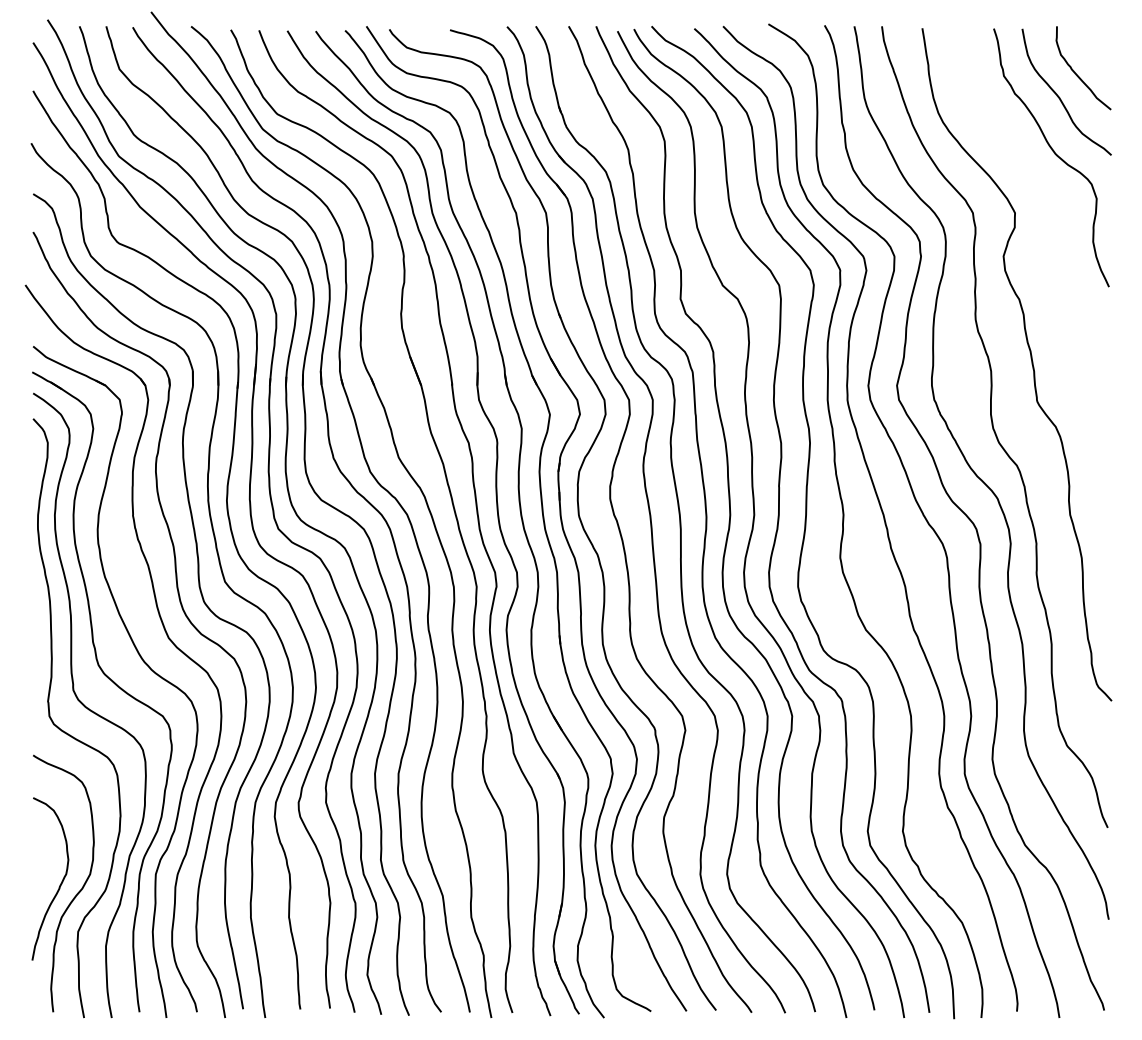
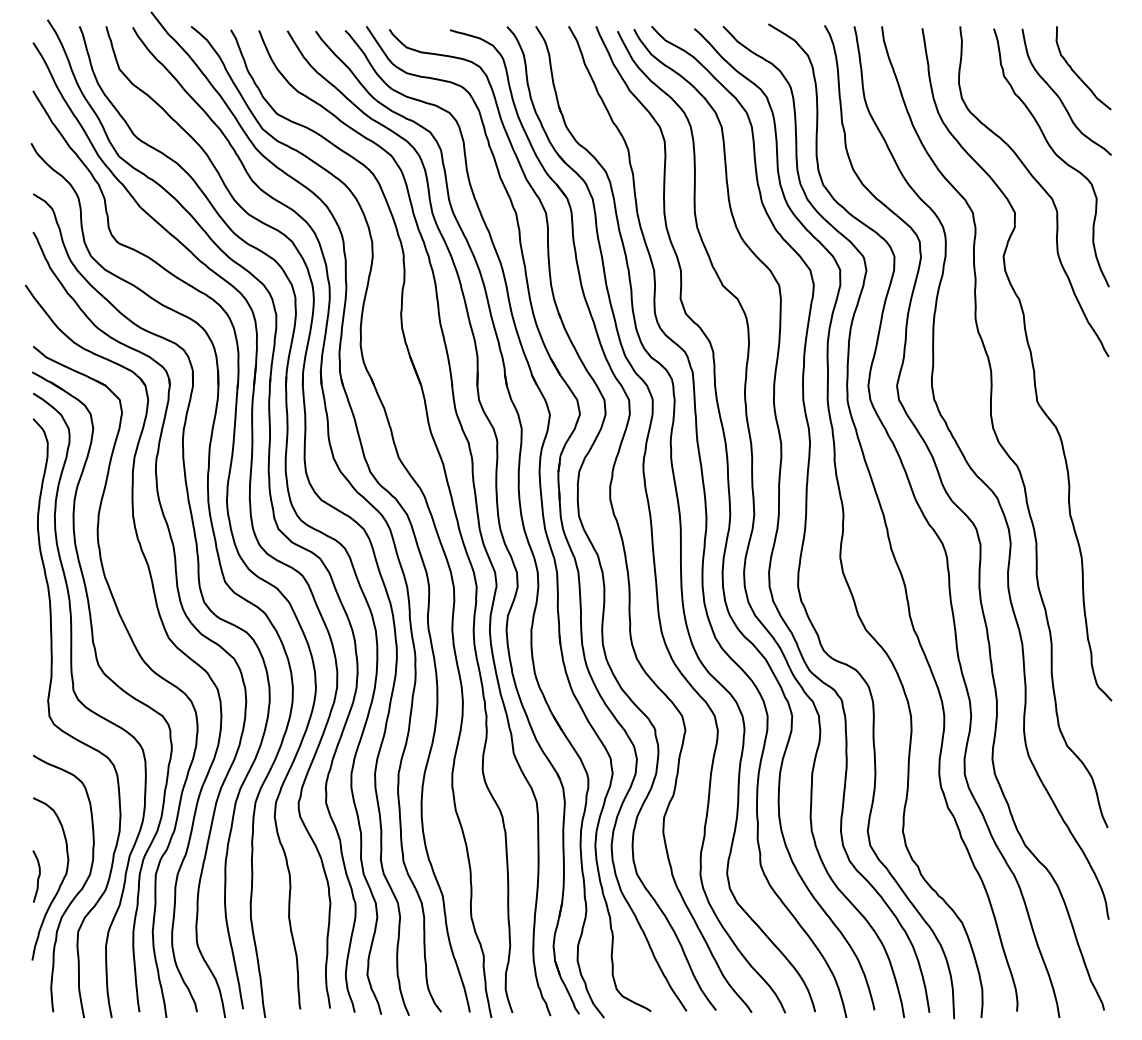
curve at (1039, 185): none -> present
curve at (37, 877): none -> present
